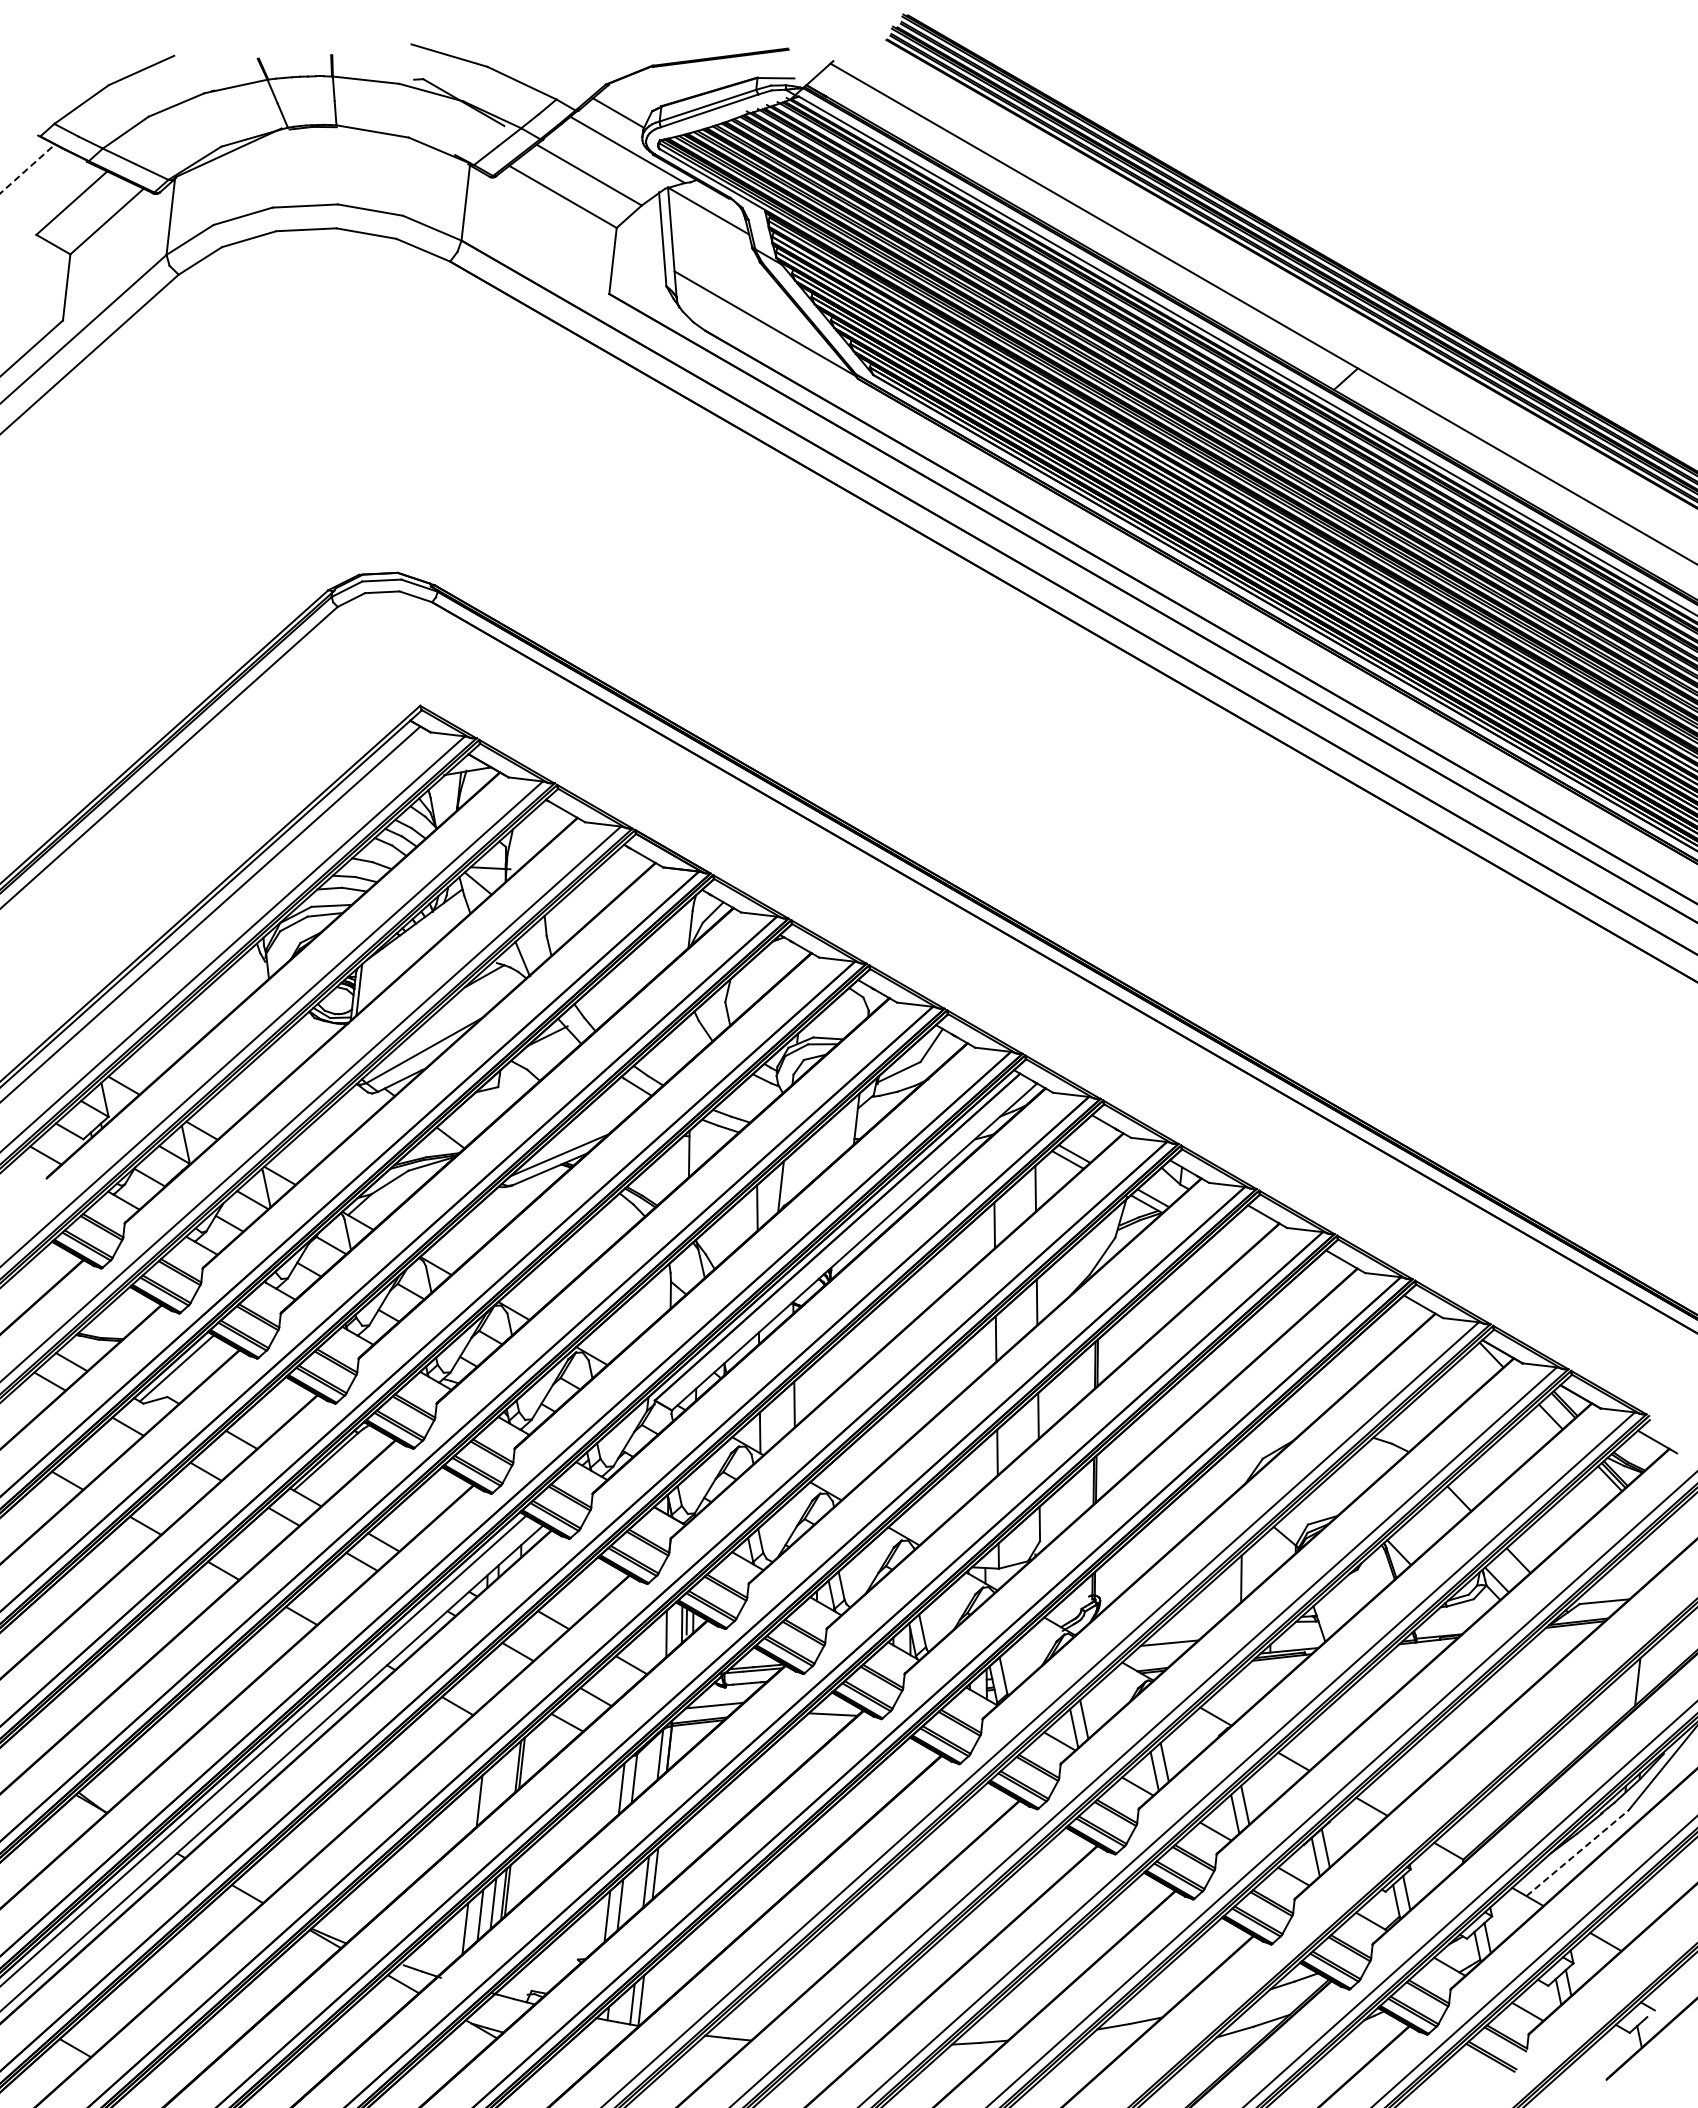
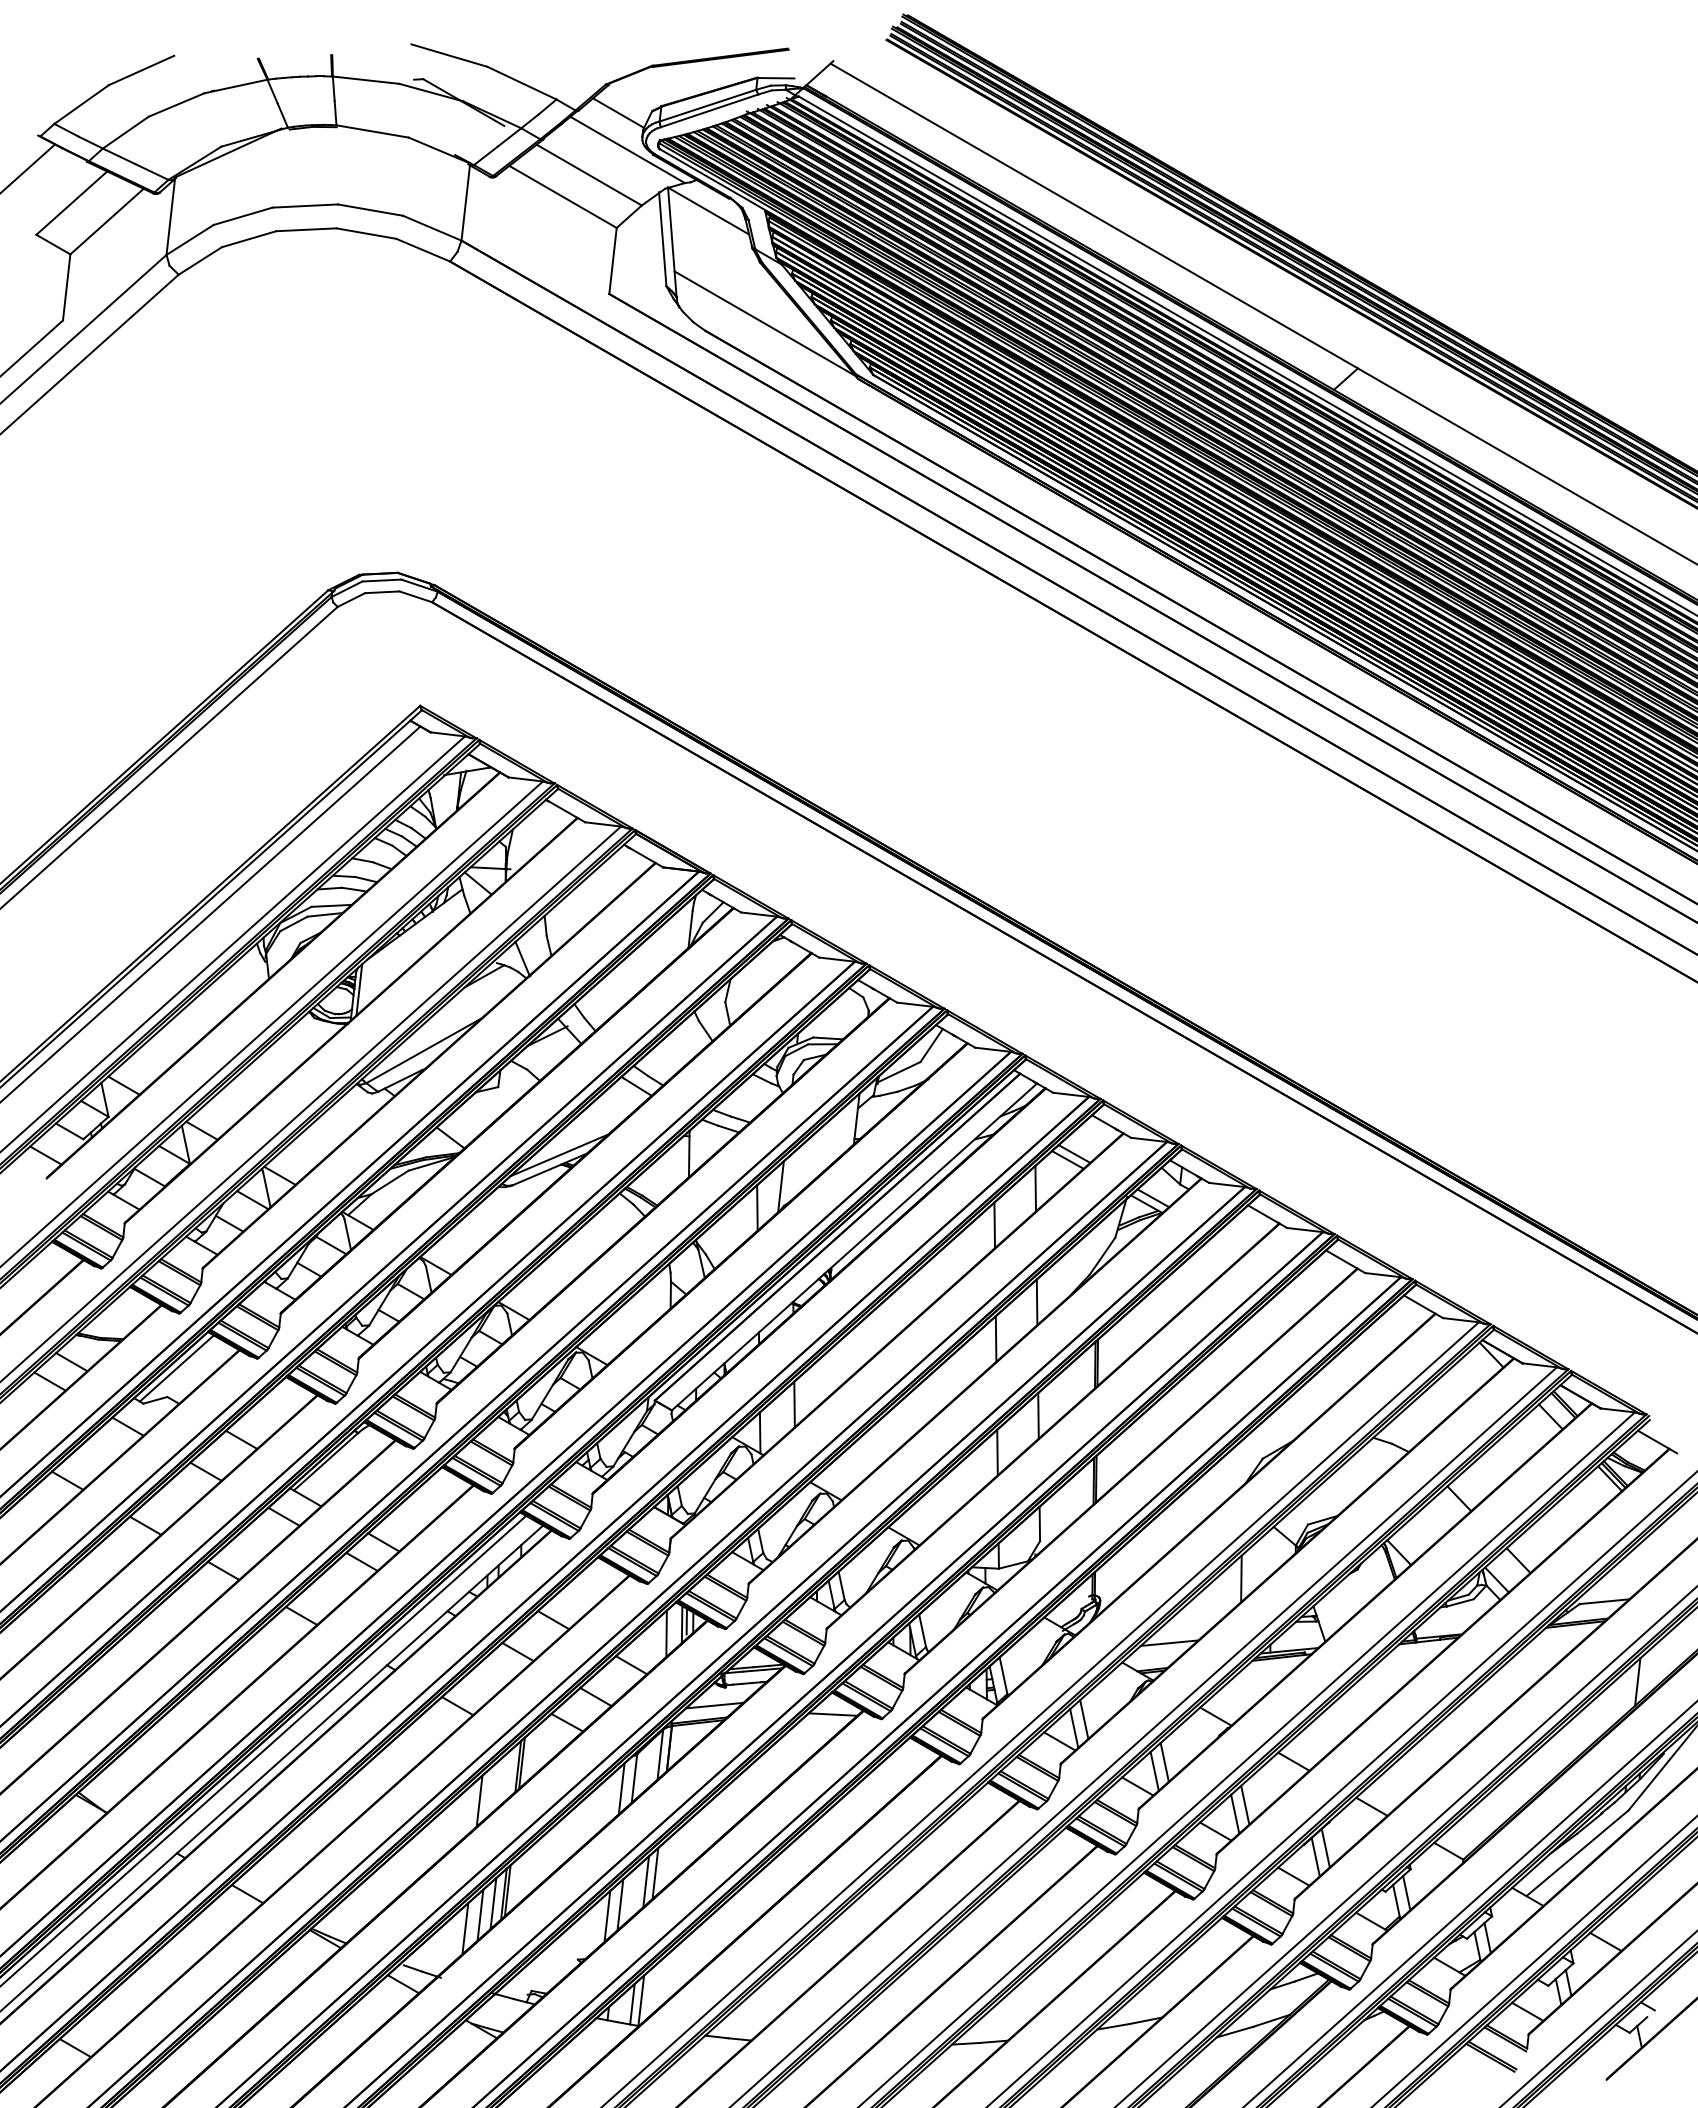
line at (27, 169): dashed -> solid
line at (1405, 1846): none -> present
line at (1577, 1853): dashed -> solid
line at (1598, 2018): none -> present
